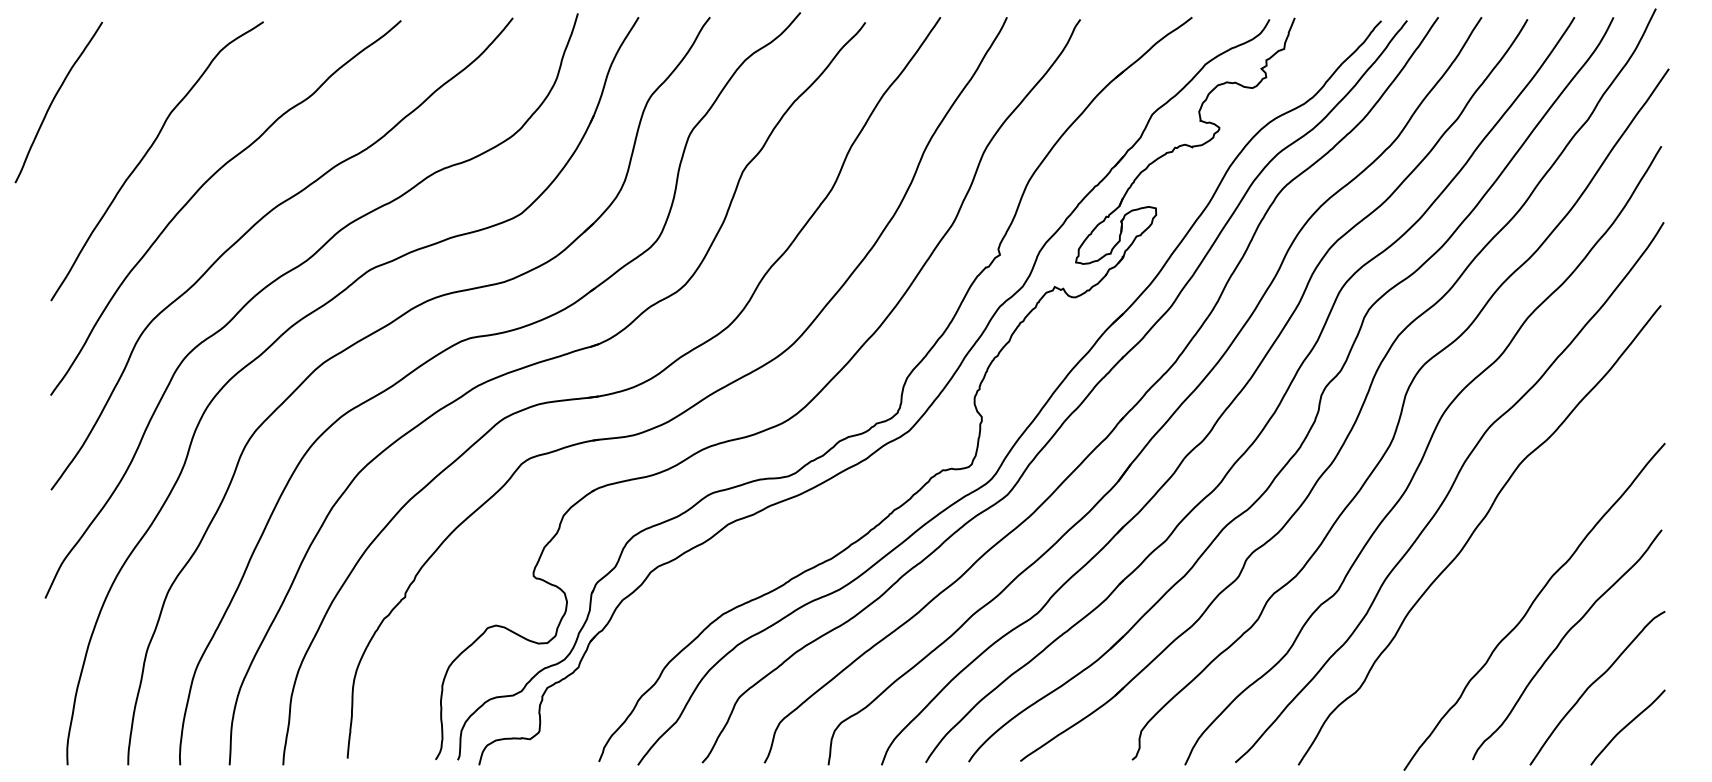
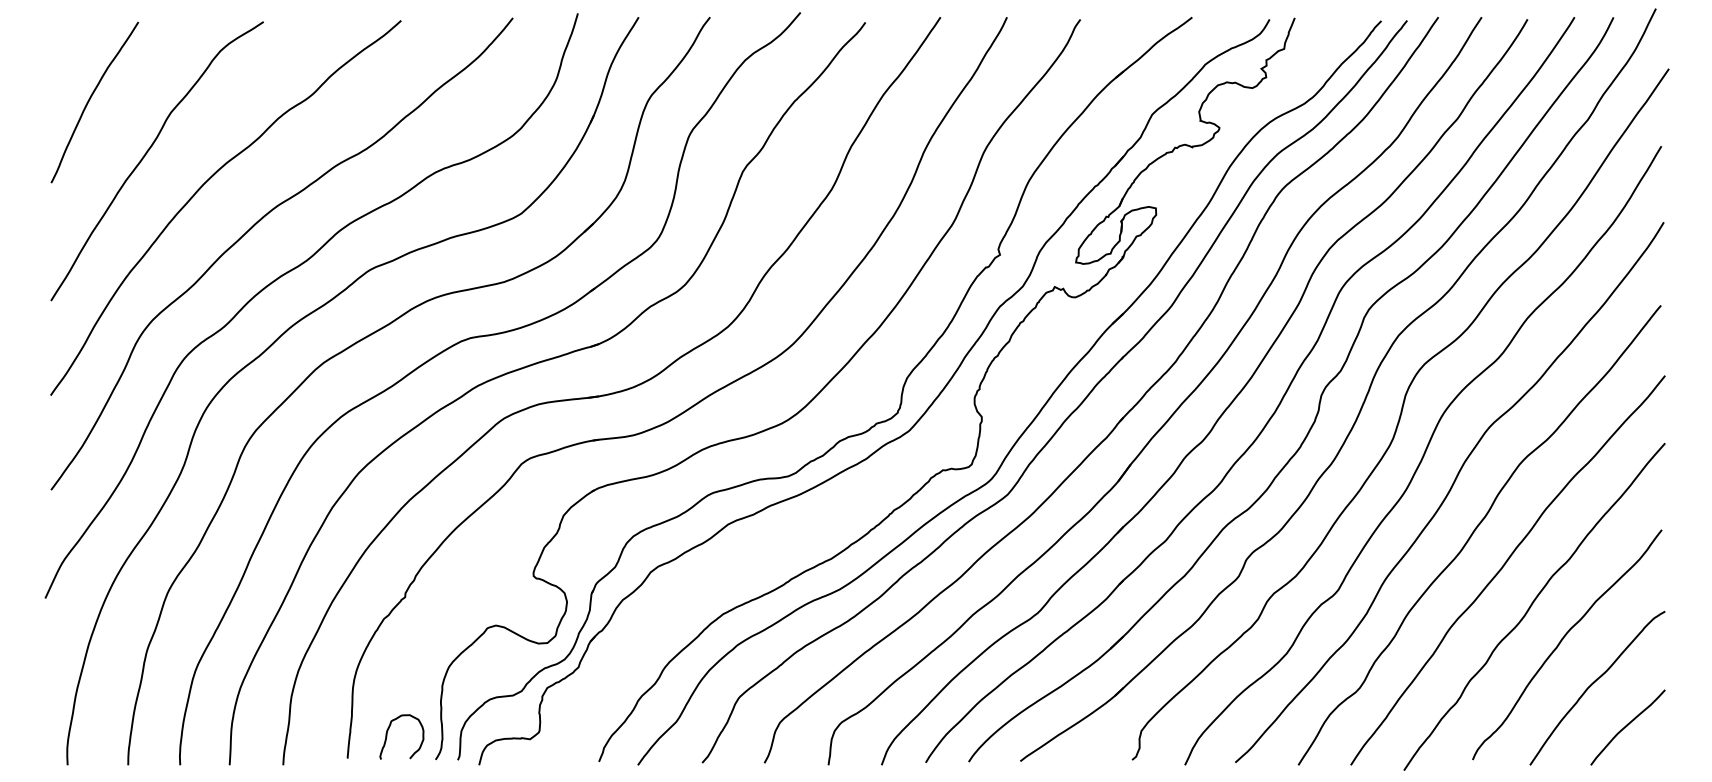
curve at (55, 98) position: (55, 98) -> (91, 98)
curve at (1504, 566): none -> present
curve at (388, 731): none -> present
